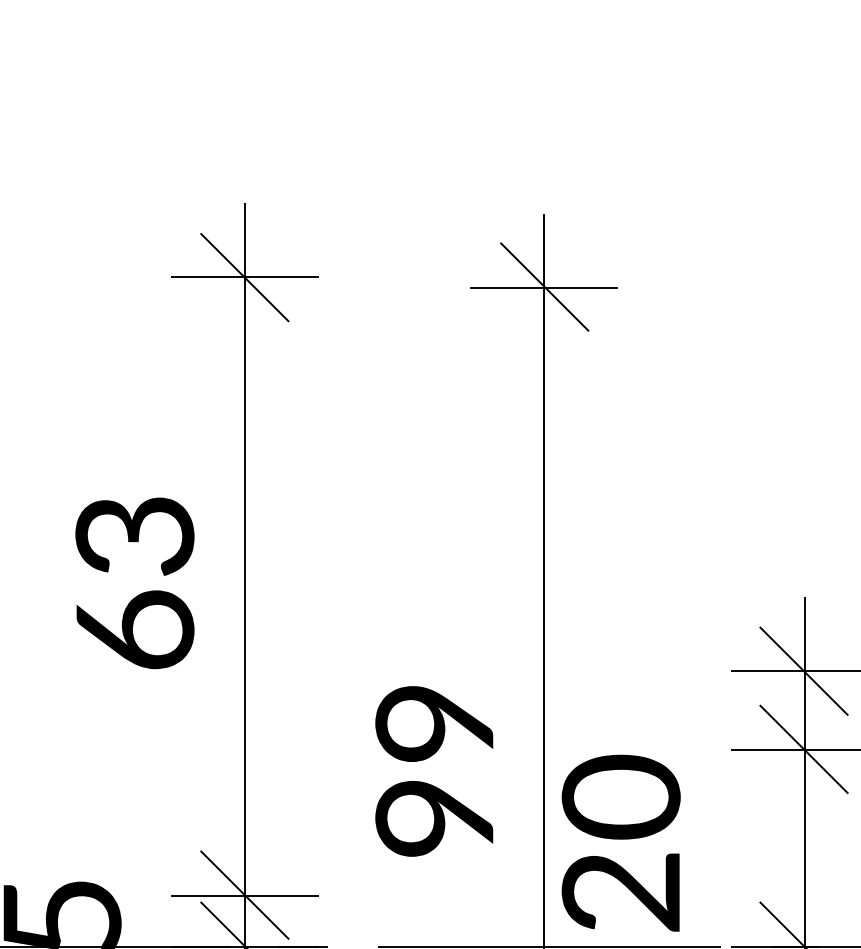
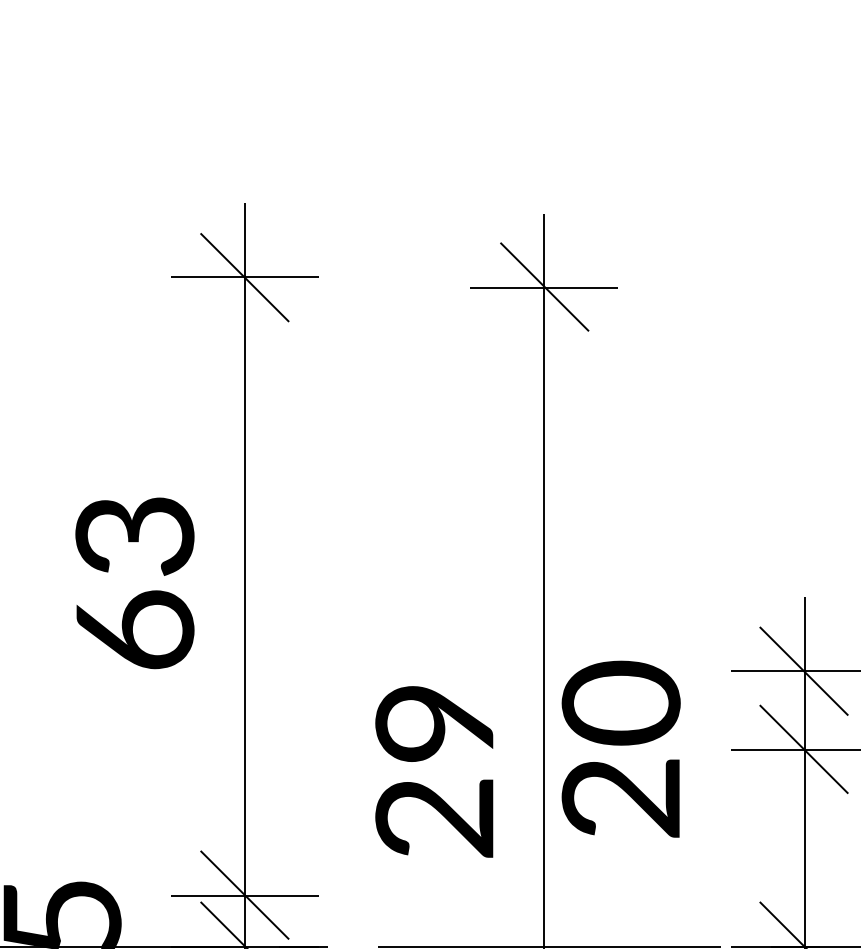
text at (434, 818): 99 -> 29
text at (620, 842) position: (620, 842) -> (620, 748)
